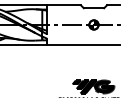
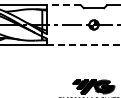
line at (63, 5): solid -> dashed
line at (83, 44): solid -> dashed
